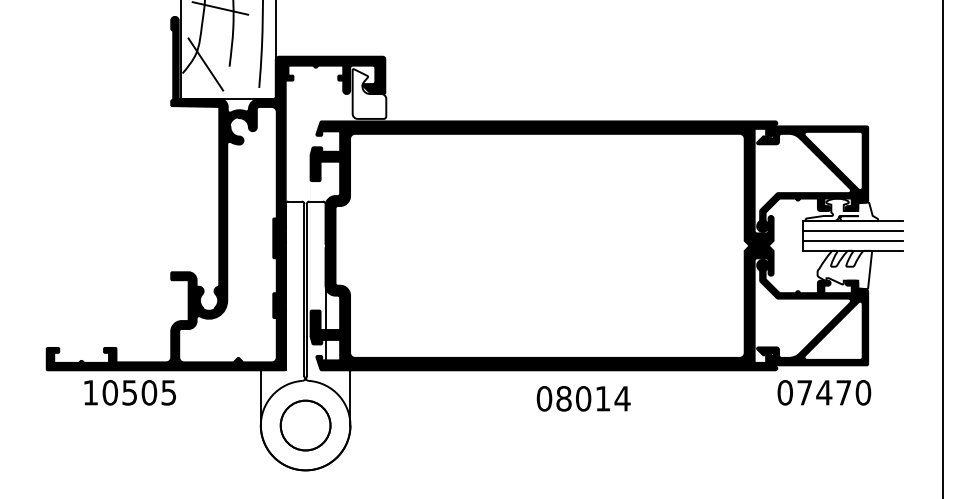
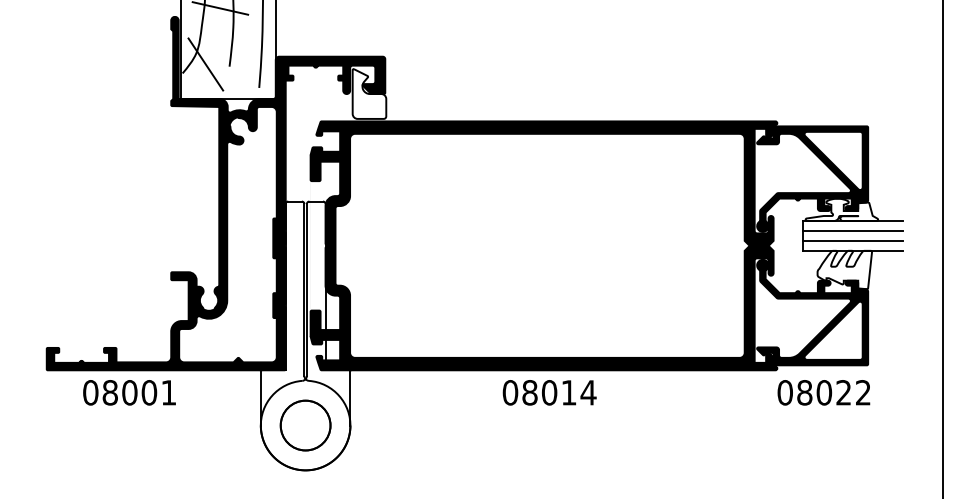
text at (129, 392): 10505 -> 08001
text at (834, 392): 07470 -> 08022
text at (583, 398) position: (583, 398) -> (549, 392)
